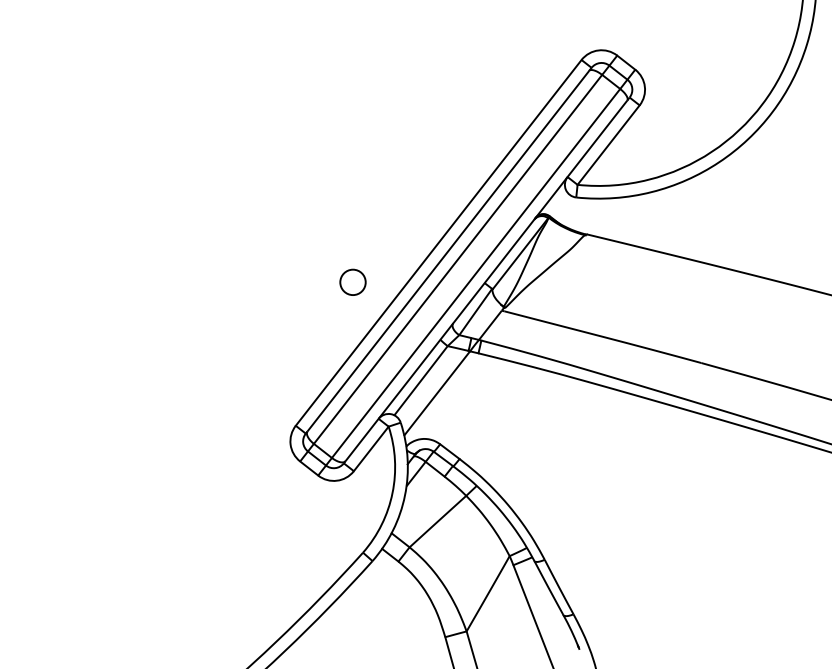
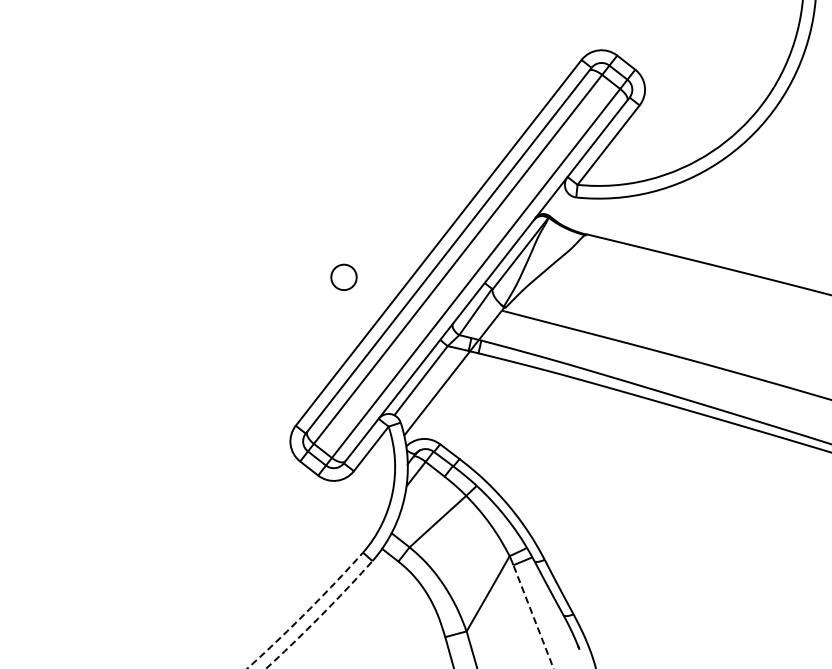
circle at (352, 281) position: (352, 281) -> (343, 276)
arc at (306, 612): solid -> dashed
arc at (320, 616): solid -> dashed
line at (533, 616): solid -> dashed
